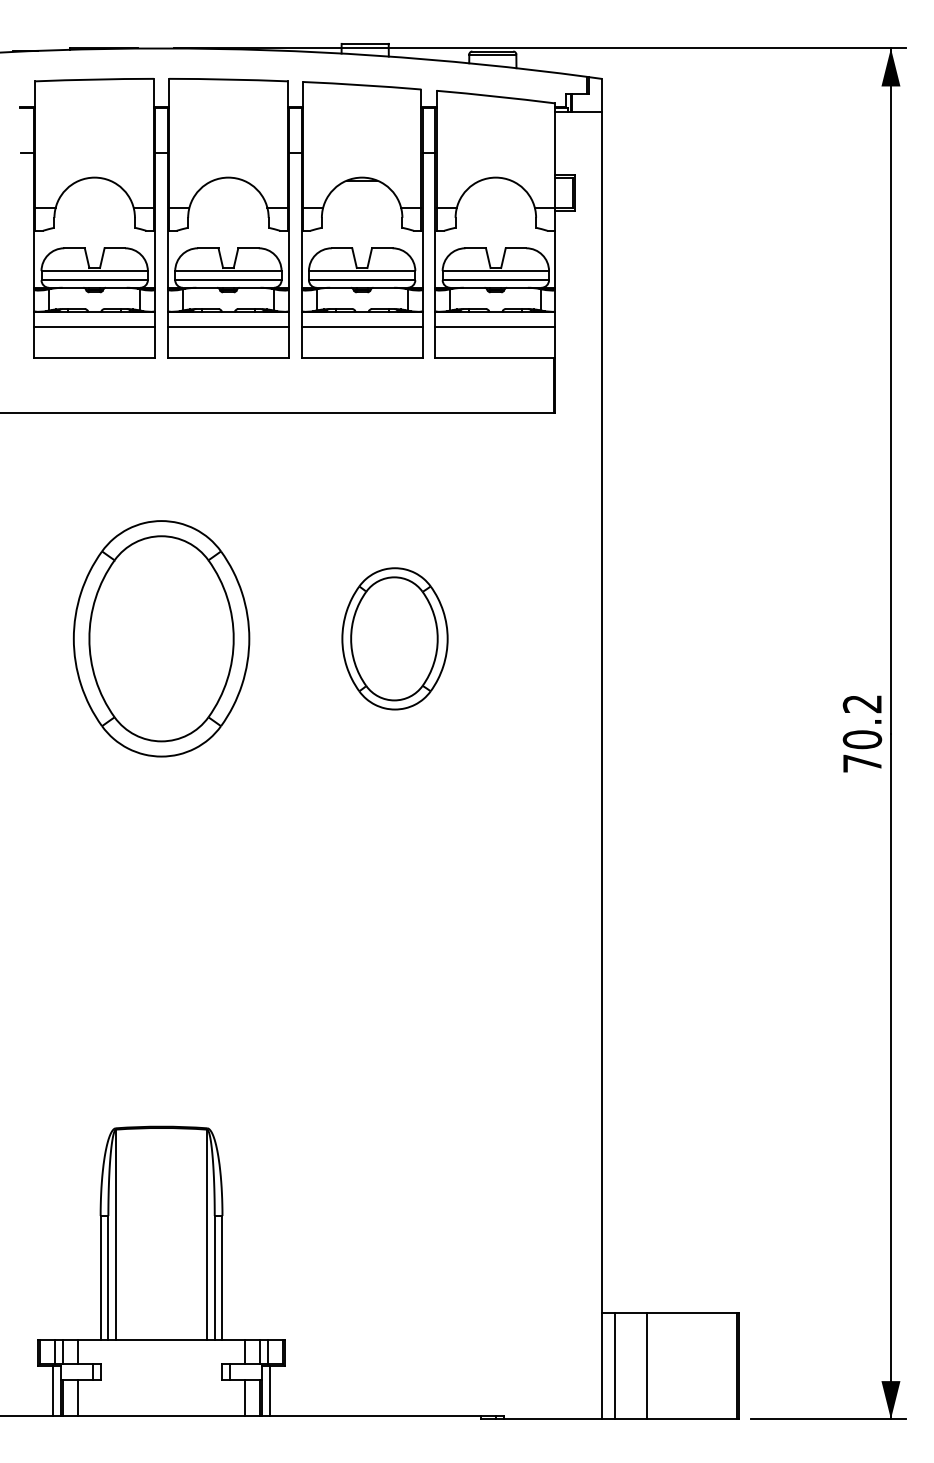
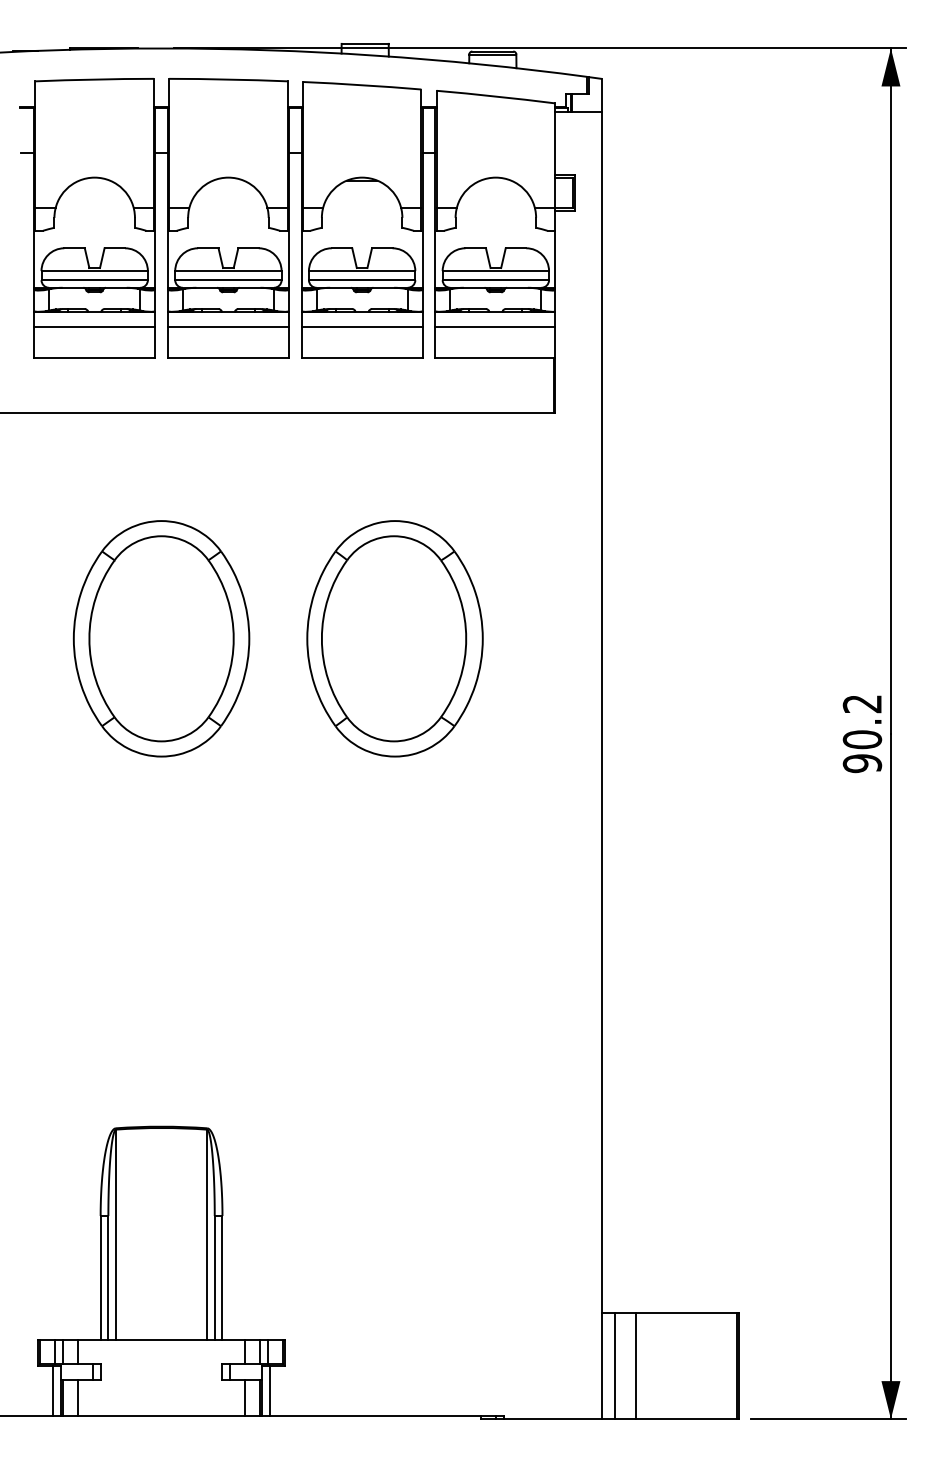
part at (394, 638) size: 108x144 px -> 178x238 px
text at (862, 763): 70.2 -> 90.2
line at (646, 1365) position: (646, 1365) -> (635, 1365)
